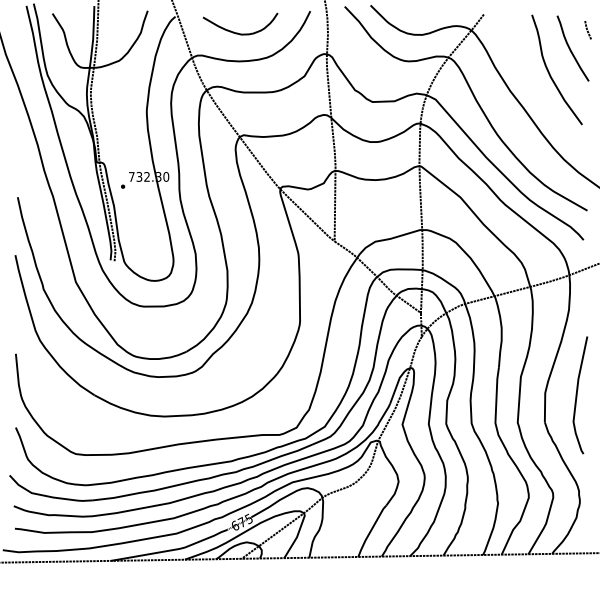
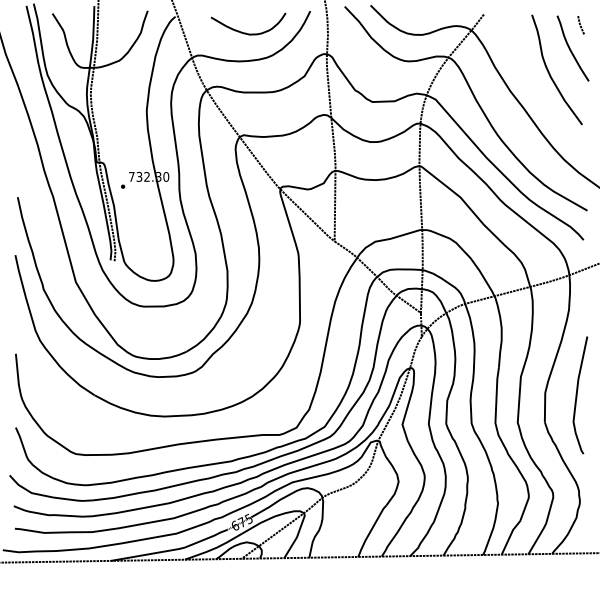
line at (587, 29) position: (587, 29) -> (580, 24)
curve at (237, 32) position: (237, 32) -> (245, 32)
